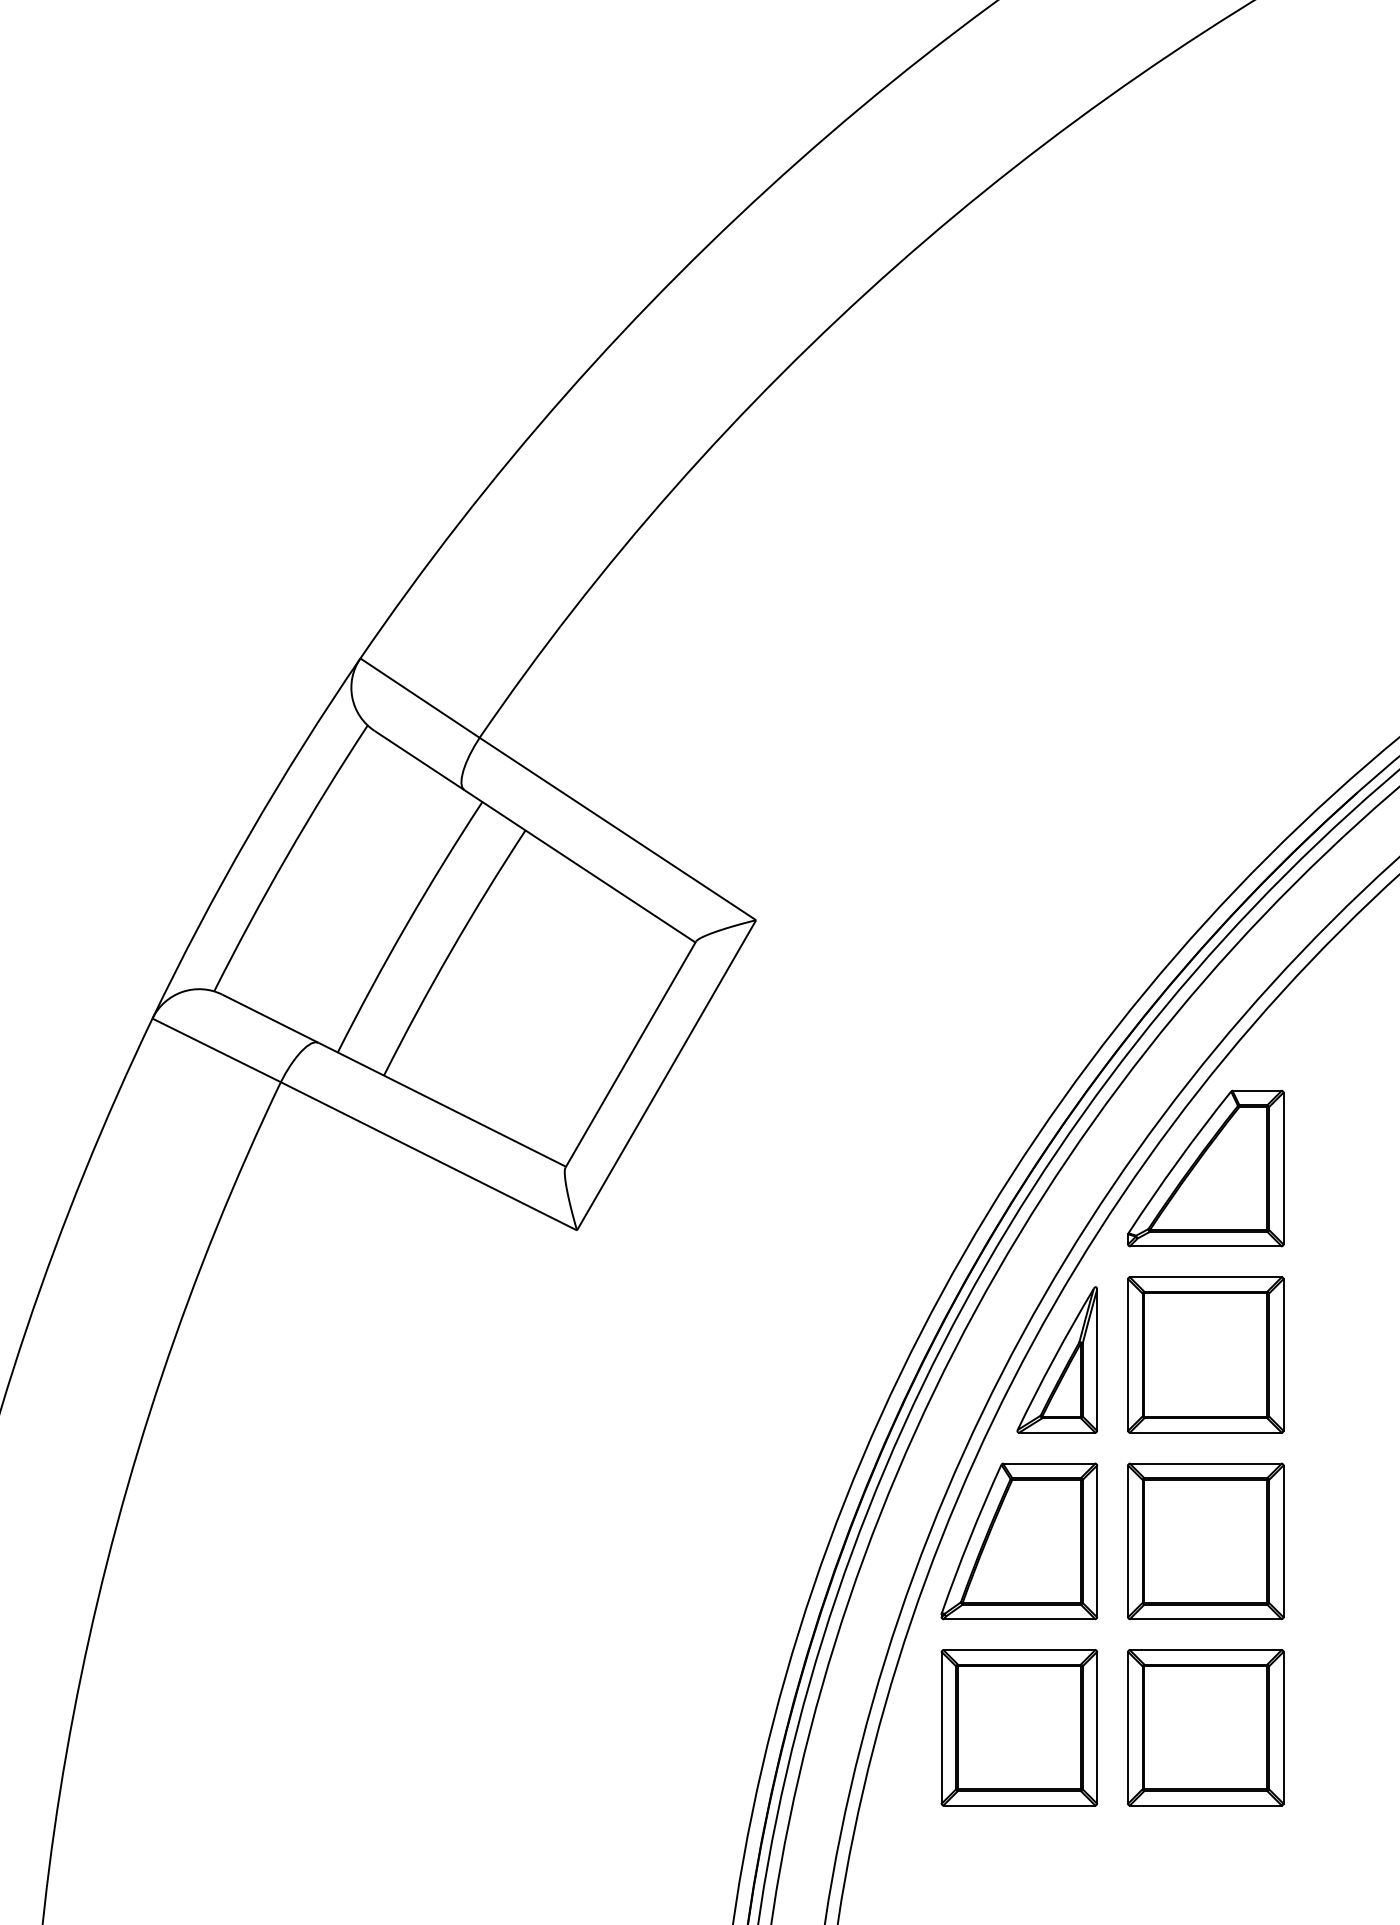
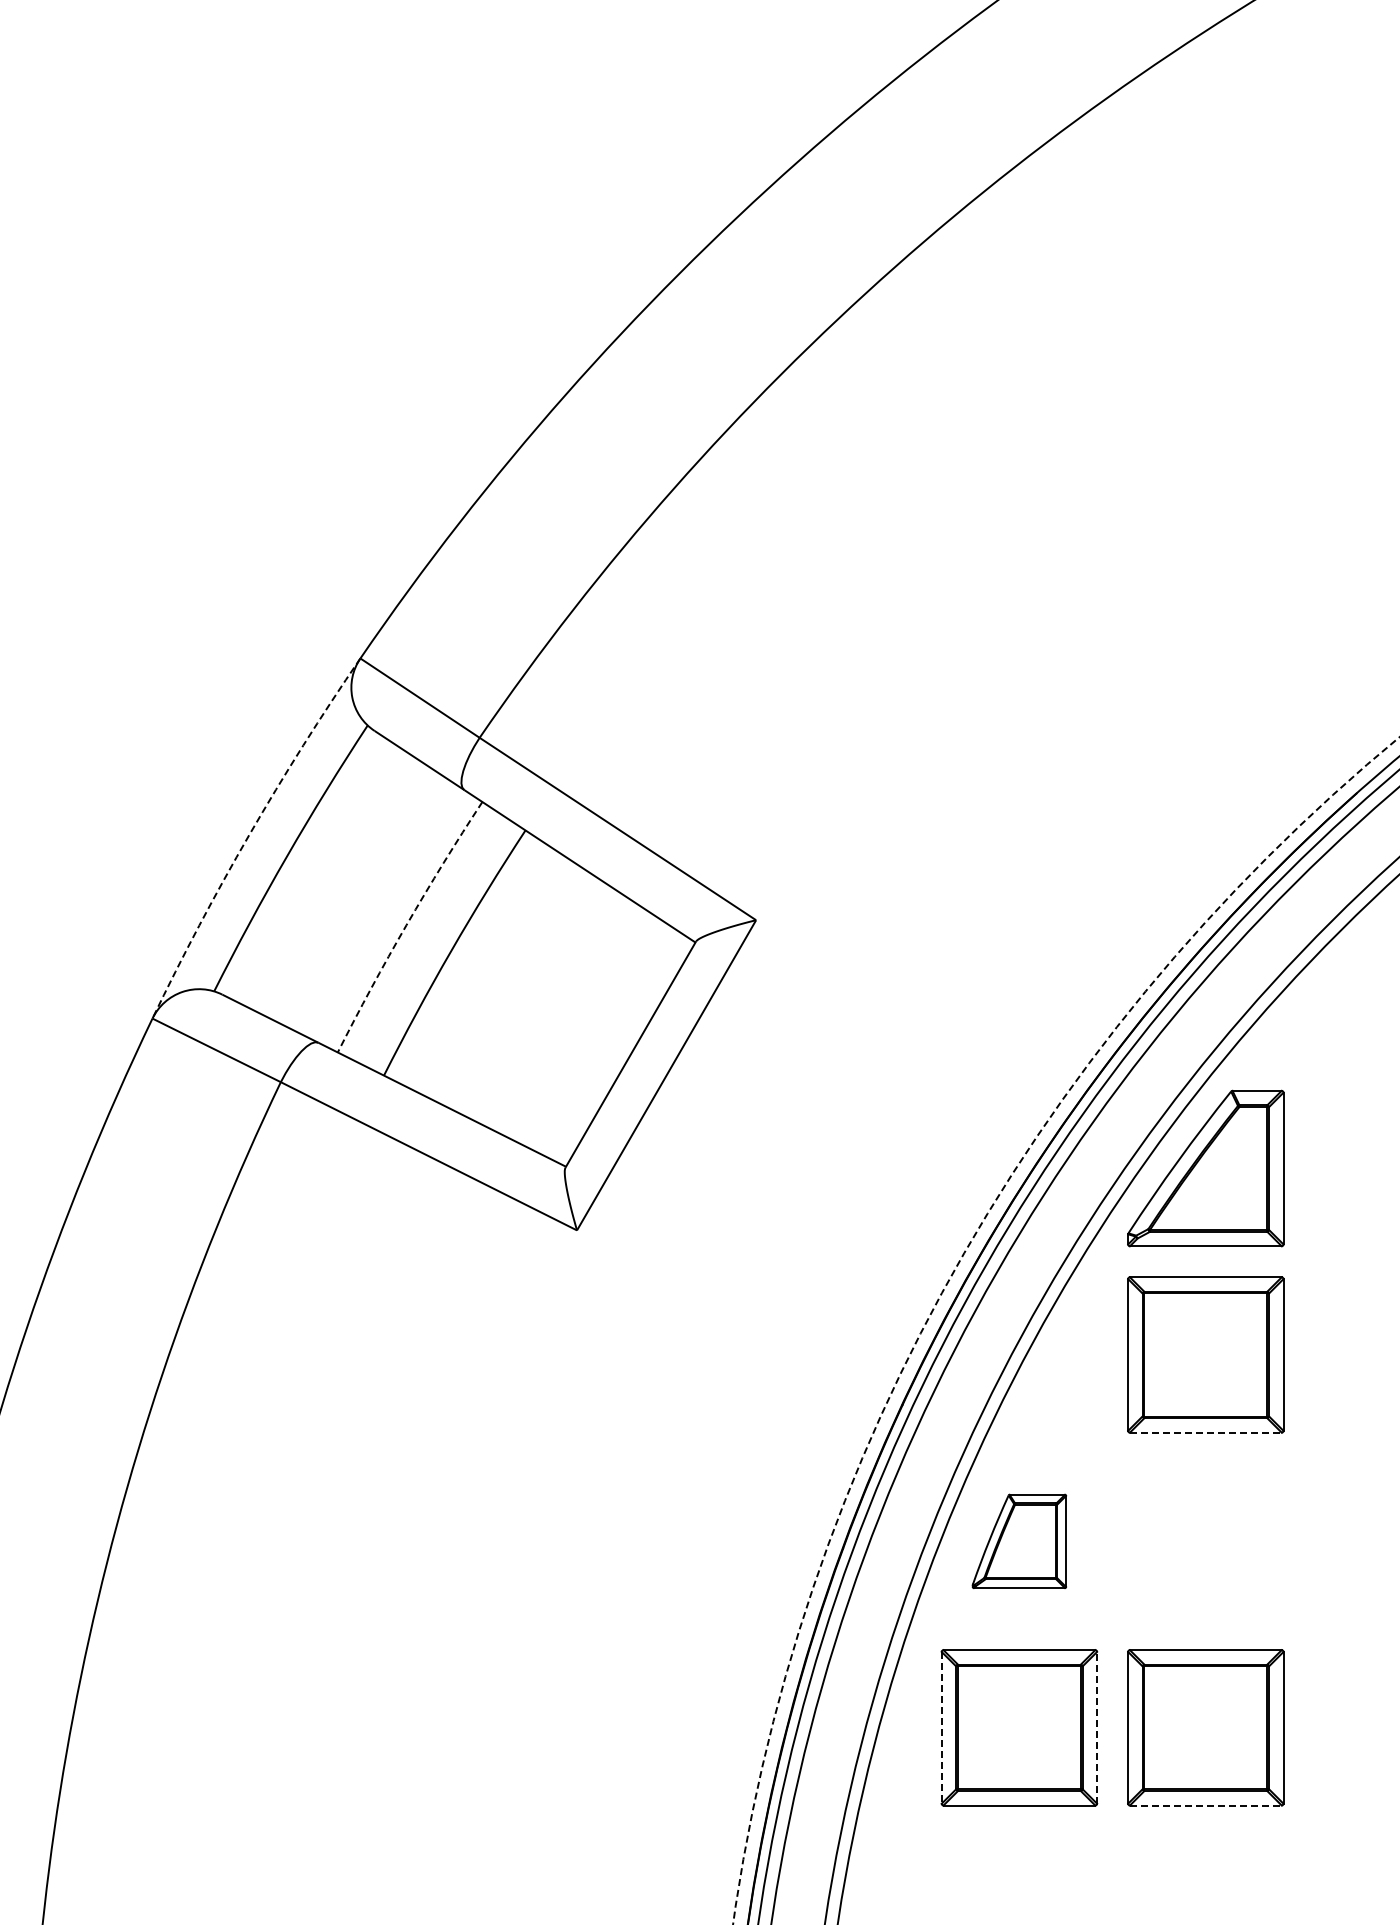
arc at (249, 834): solid -> dashed
arc at (406, 925): solid -> dashed
circle at (1065, 1330): solid -> dashed
part at (1057, 1359): present -> none
line at (1205, 1432): solid -> dashed
part at (1019, 1541) size: 159x159 px -> 97x96 px
part at (1205, 1541): present -> none
line at (941, 1727): solid -> dashed
line at (1097, 1727): solid -> dashed
line at (1205, 1805): solid -> dashed
